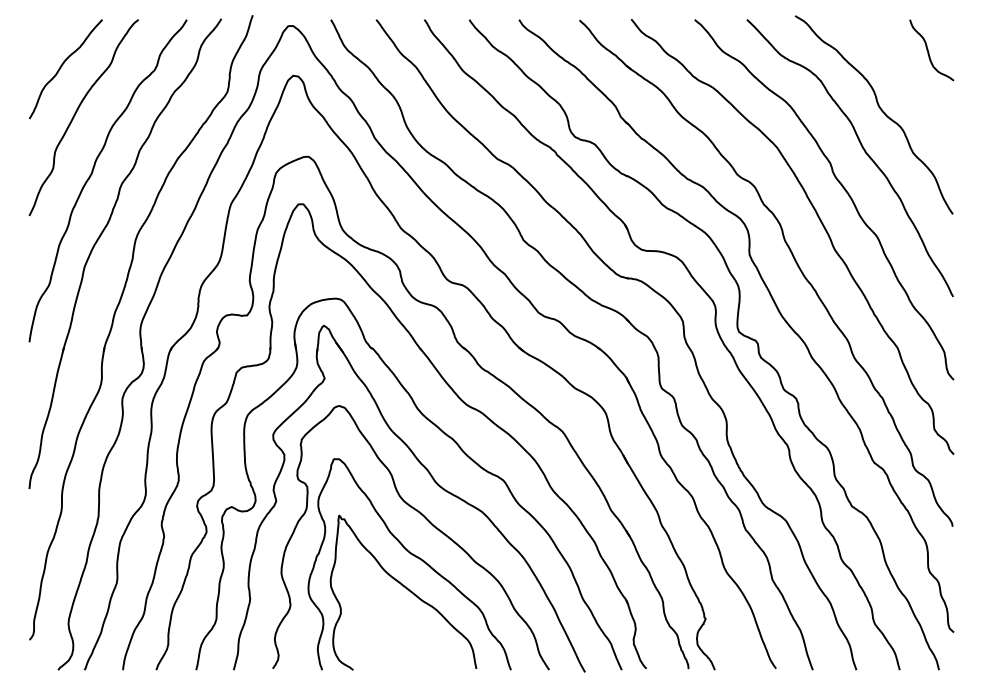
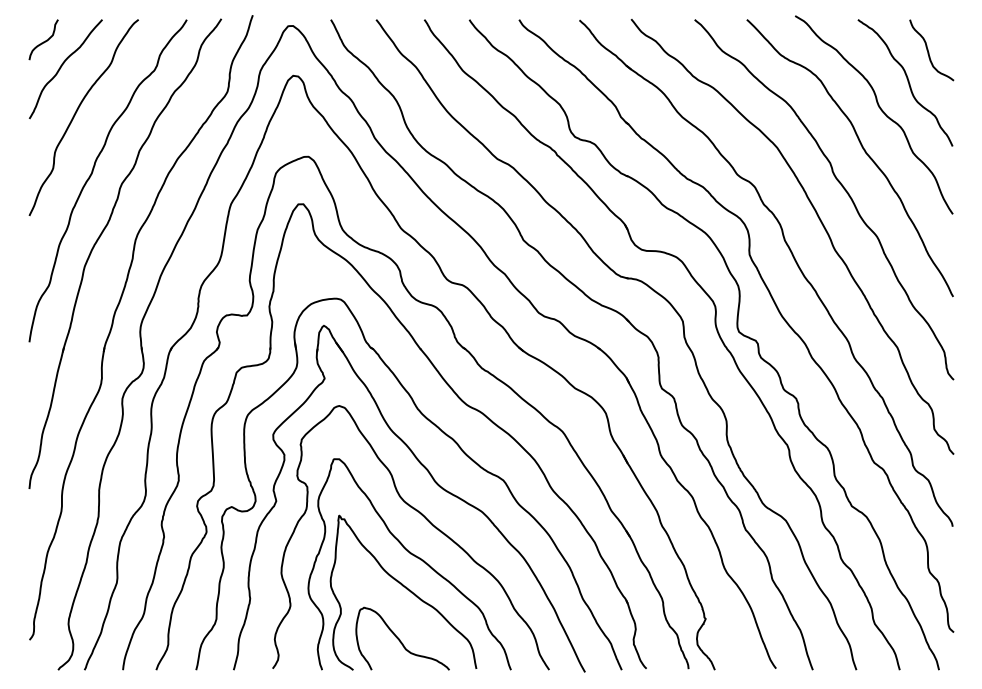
curve at (43, 41): none -> present
curve at (907, 82): none -> present
curve at (400, 639): none -> present
